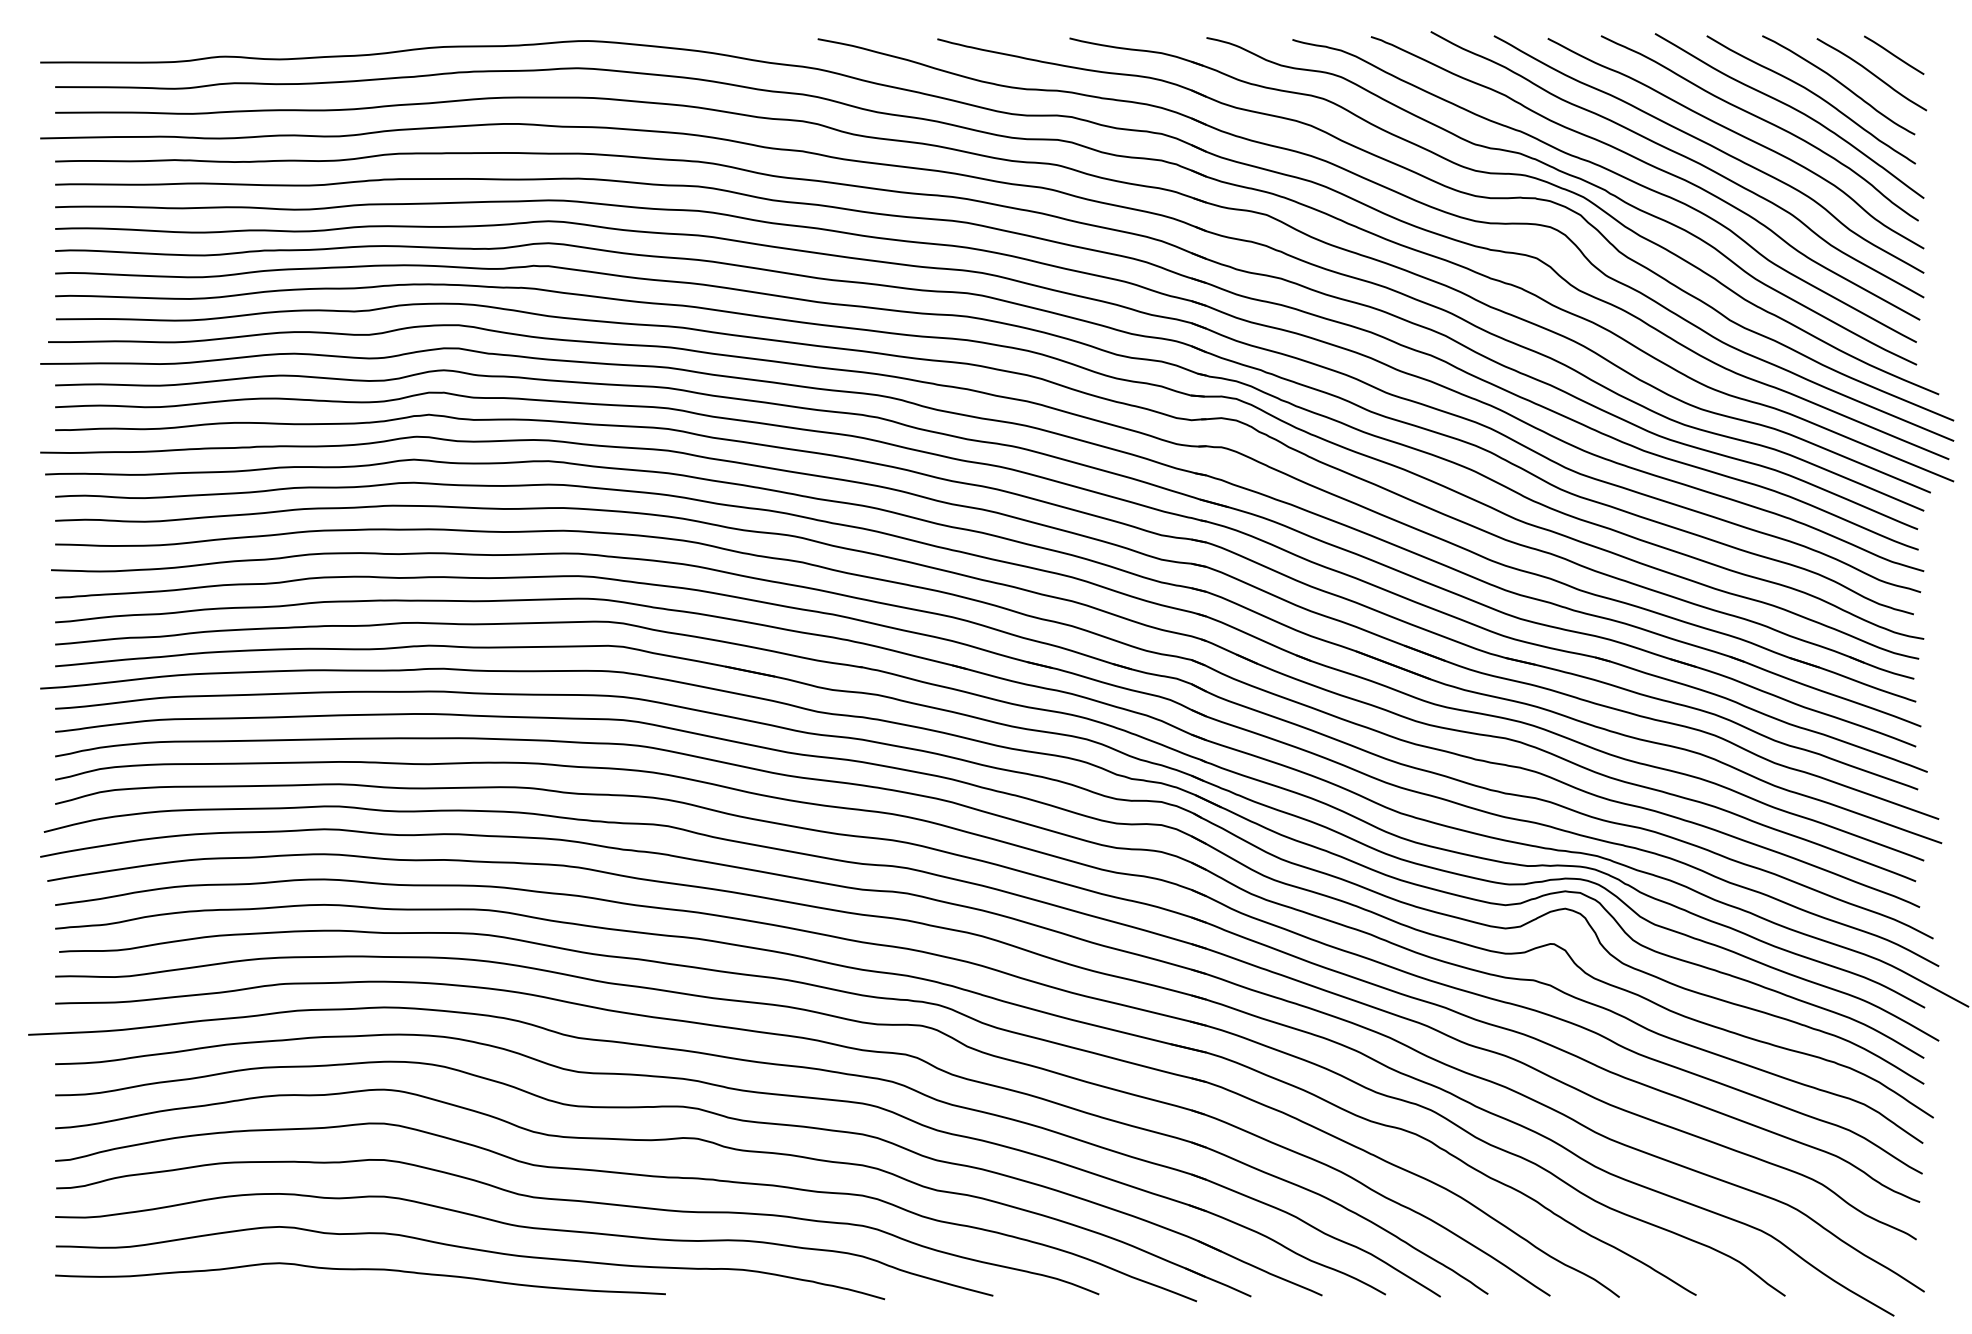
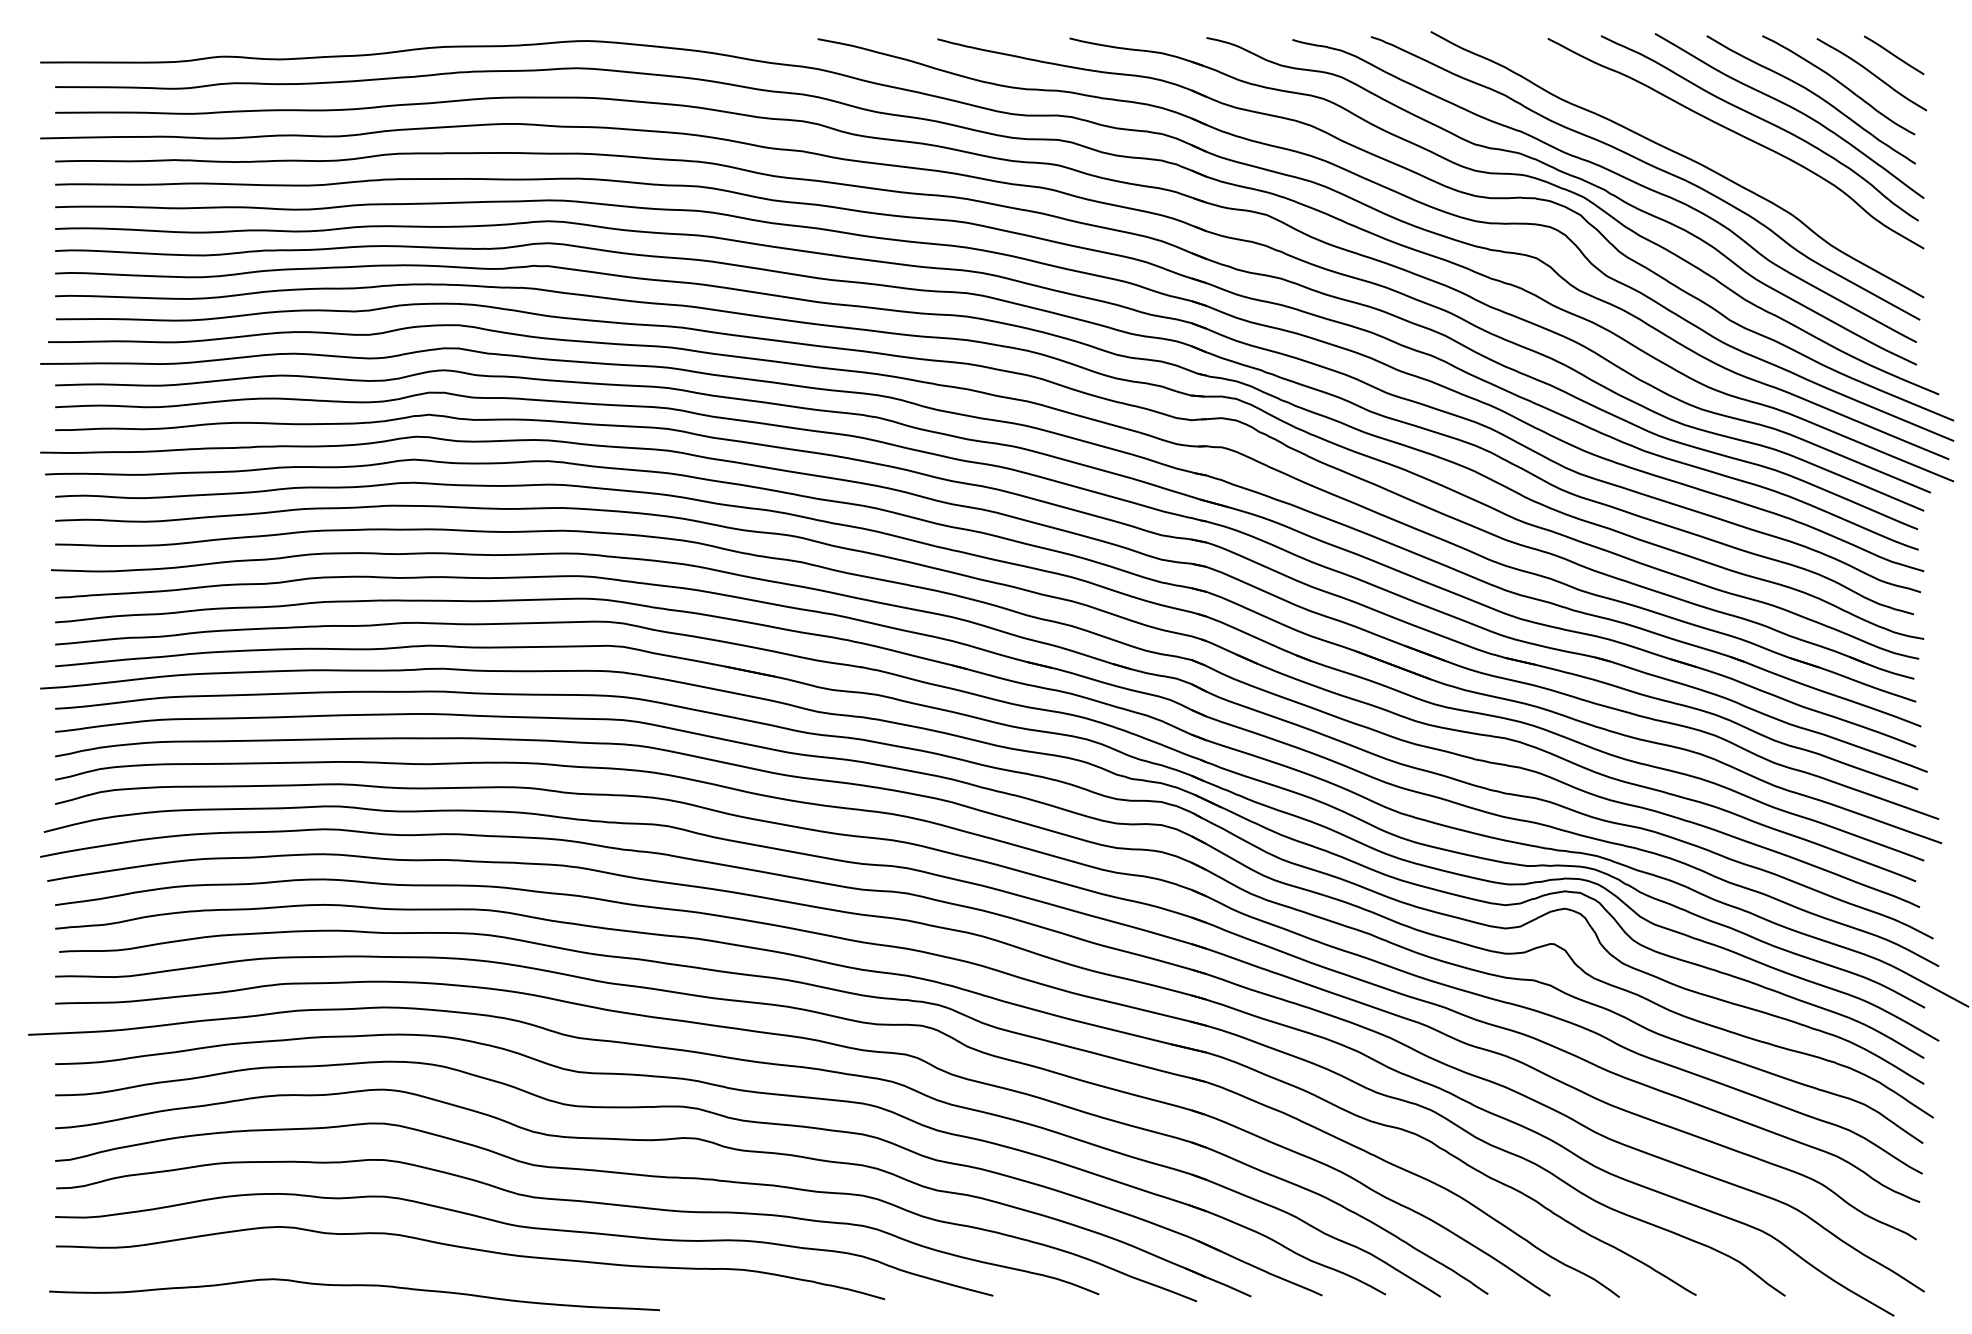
curve at (1712, 147): present -> none
curve at (360, 1270) position: (360, 1270) -> (354, 1286)
